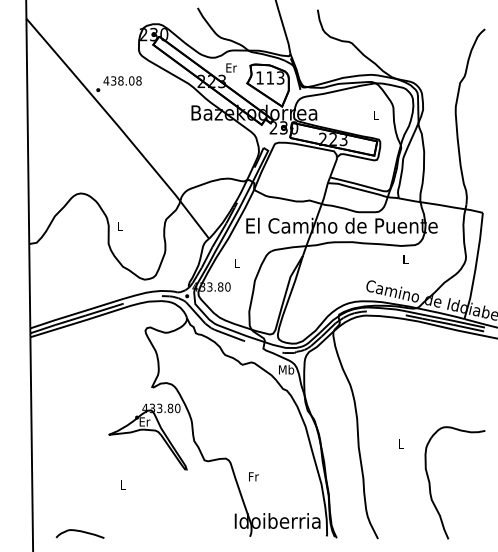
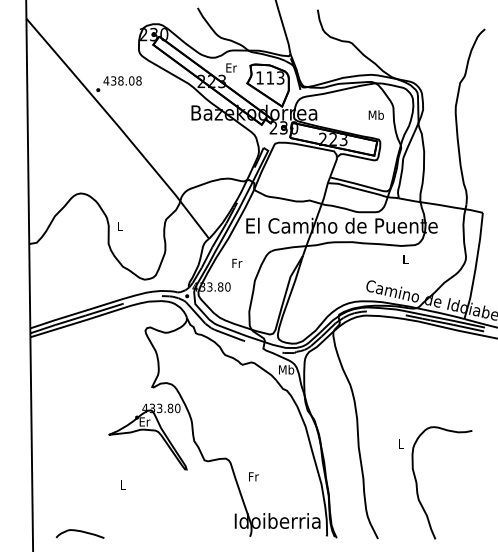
text at (375, 114): L -> Mb
text at (237, 262): L -> Fr
curve at (430, 482) position: (430, 482) -> (417, 482)
